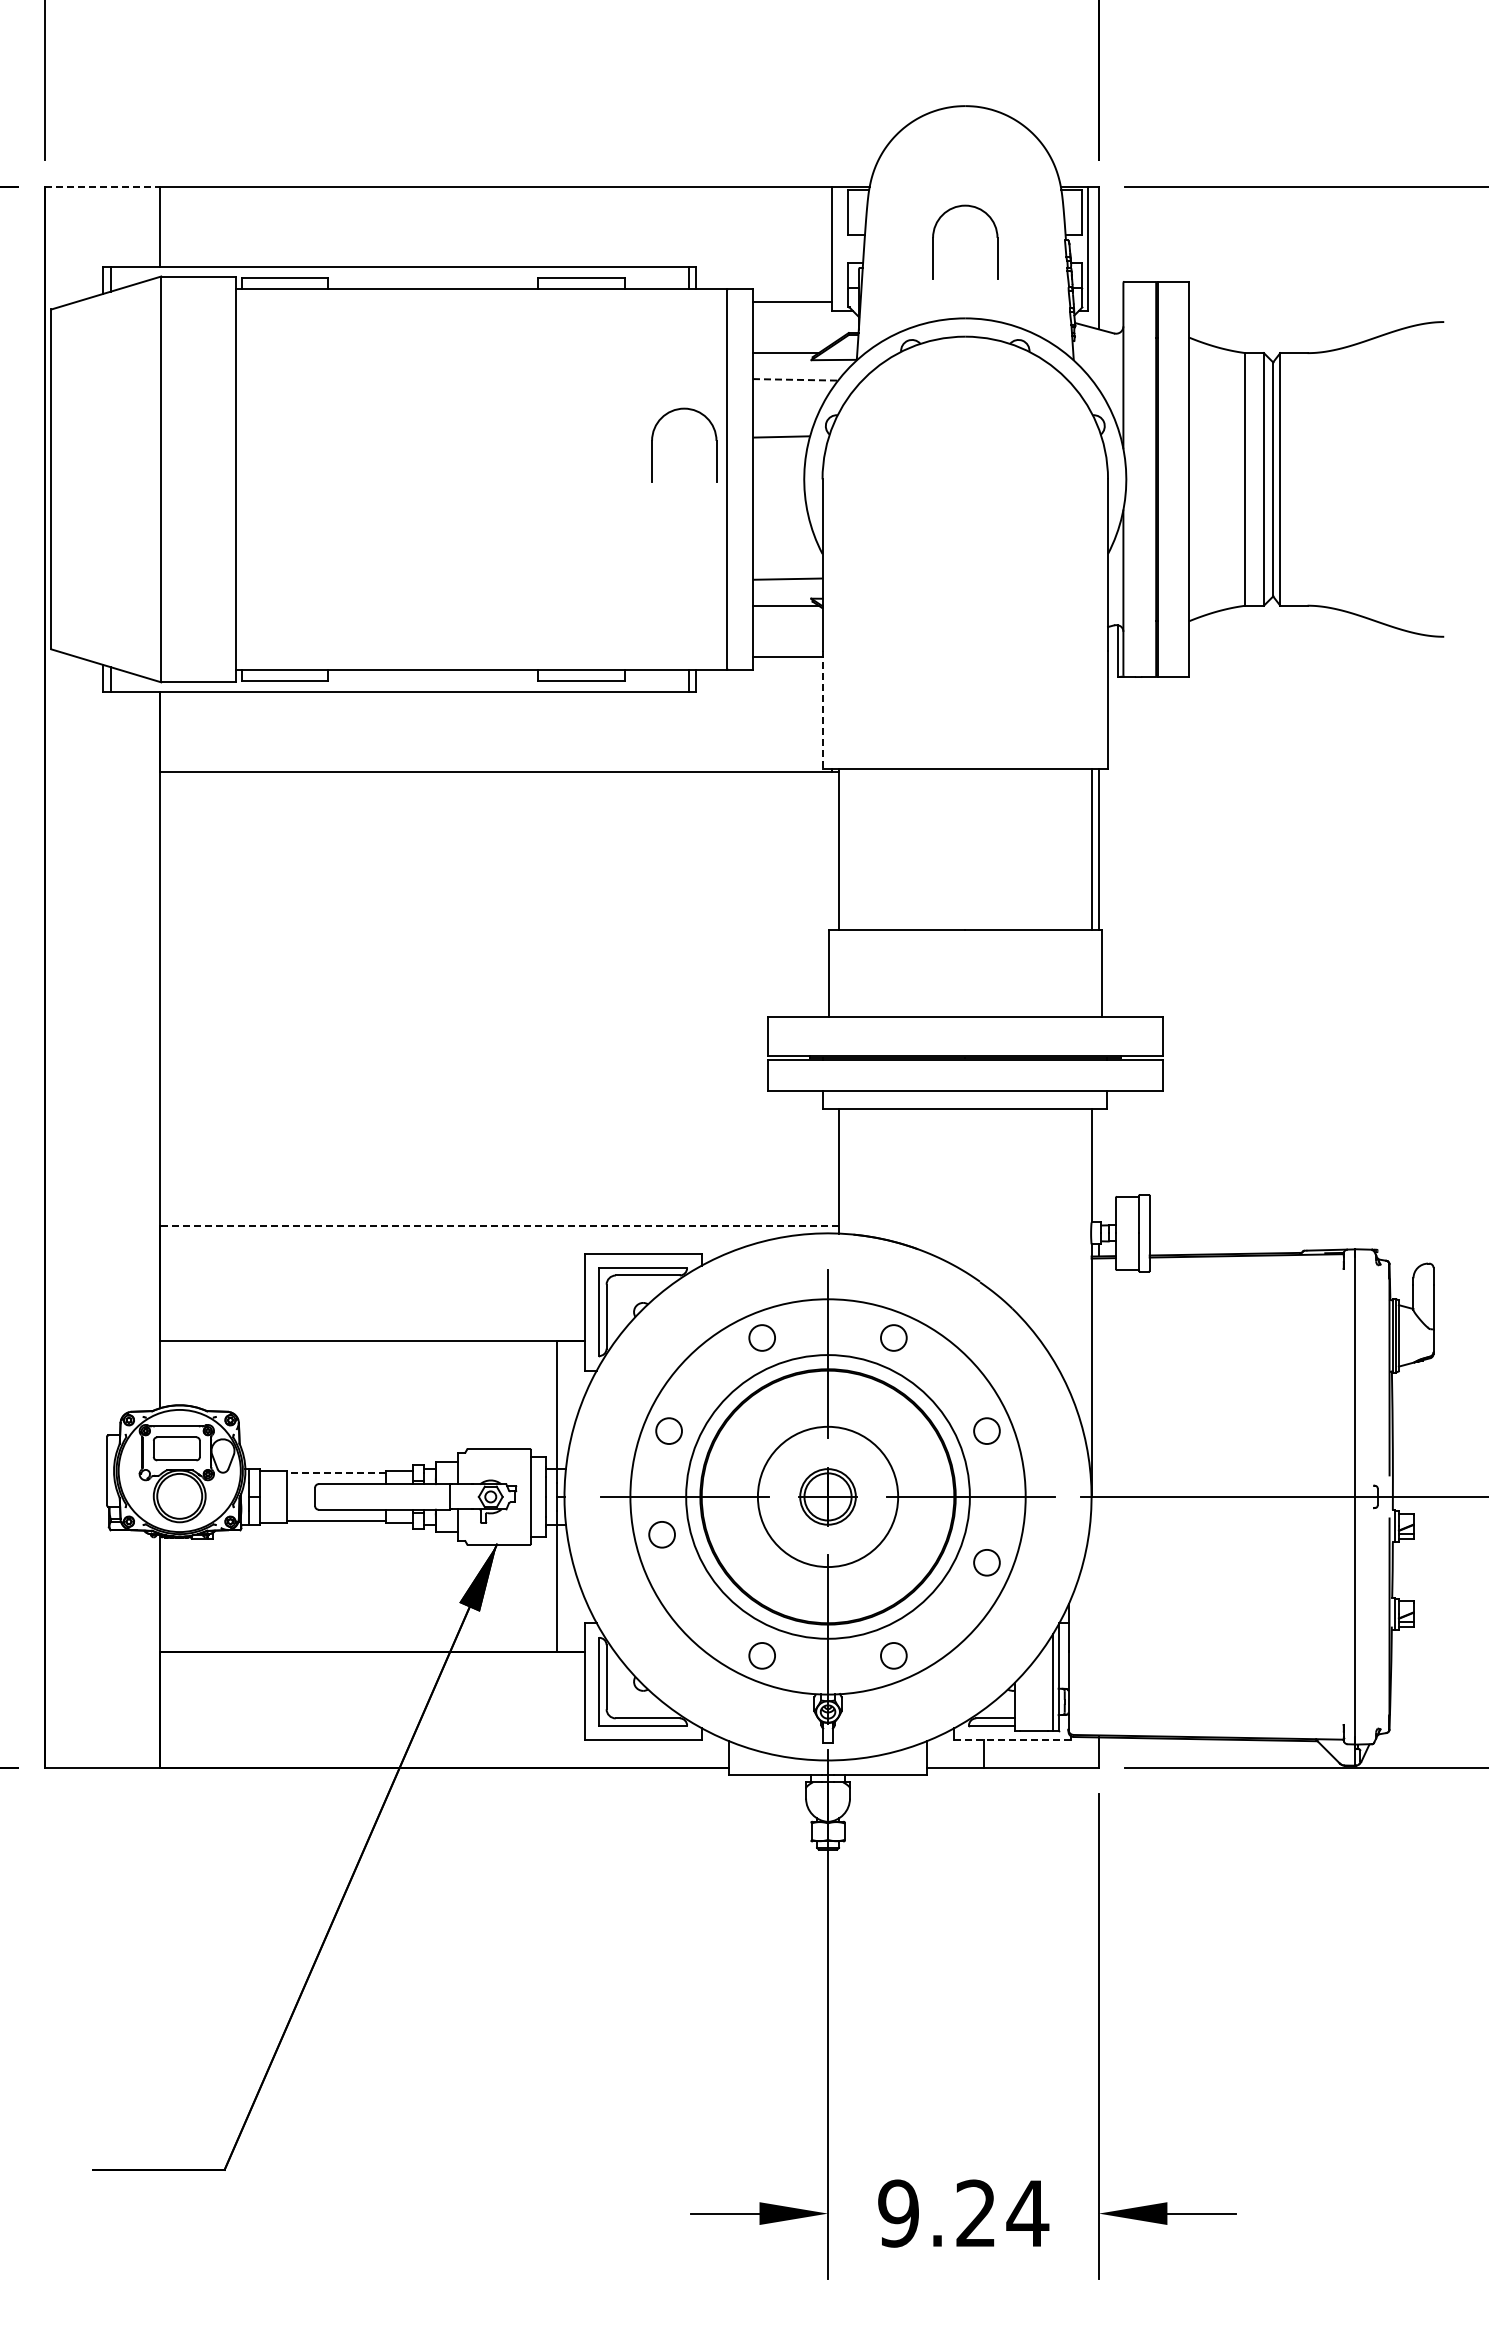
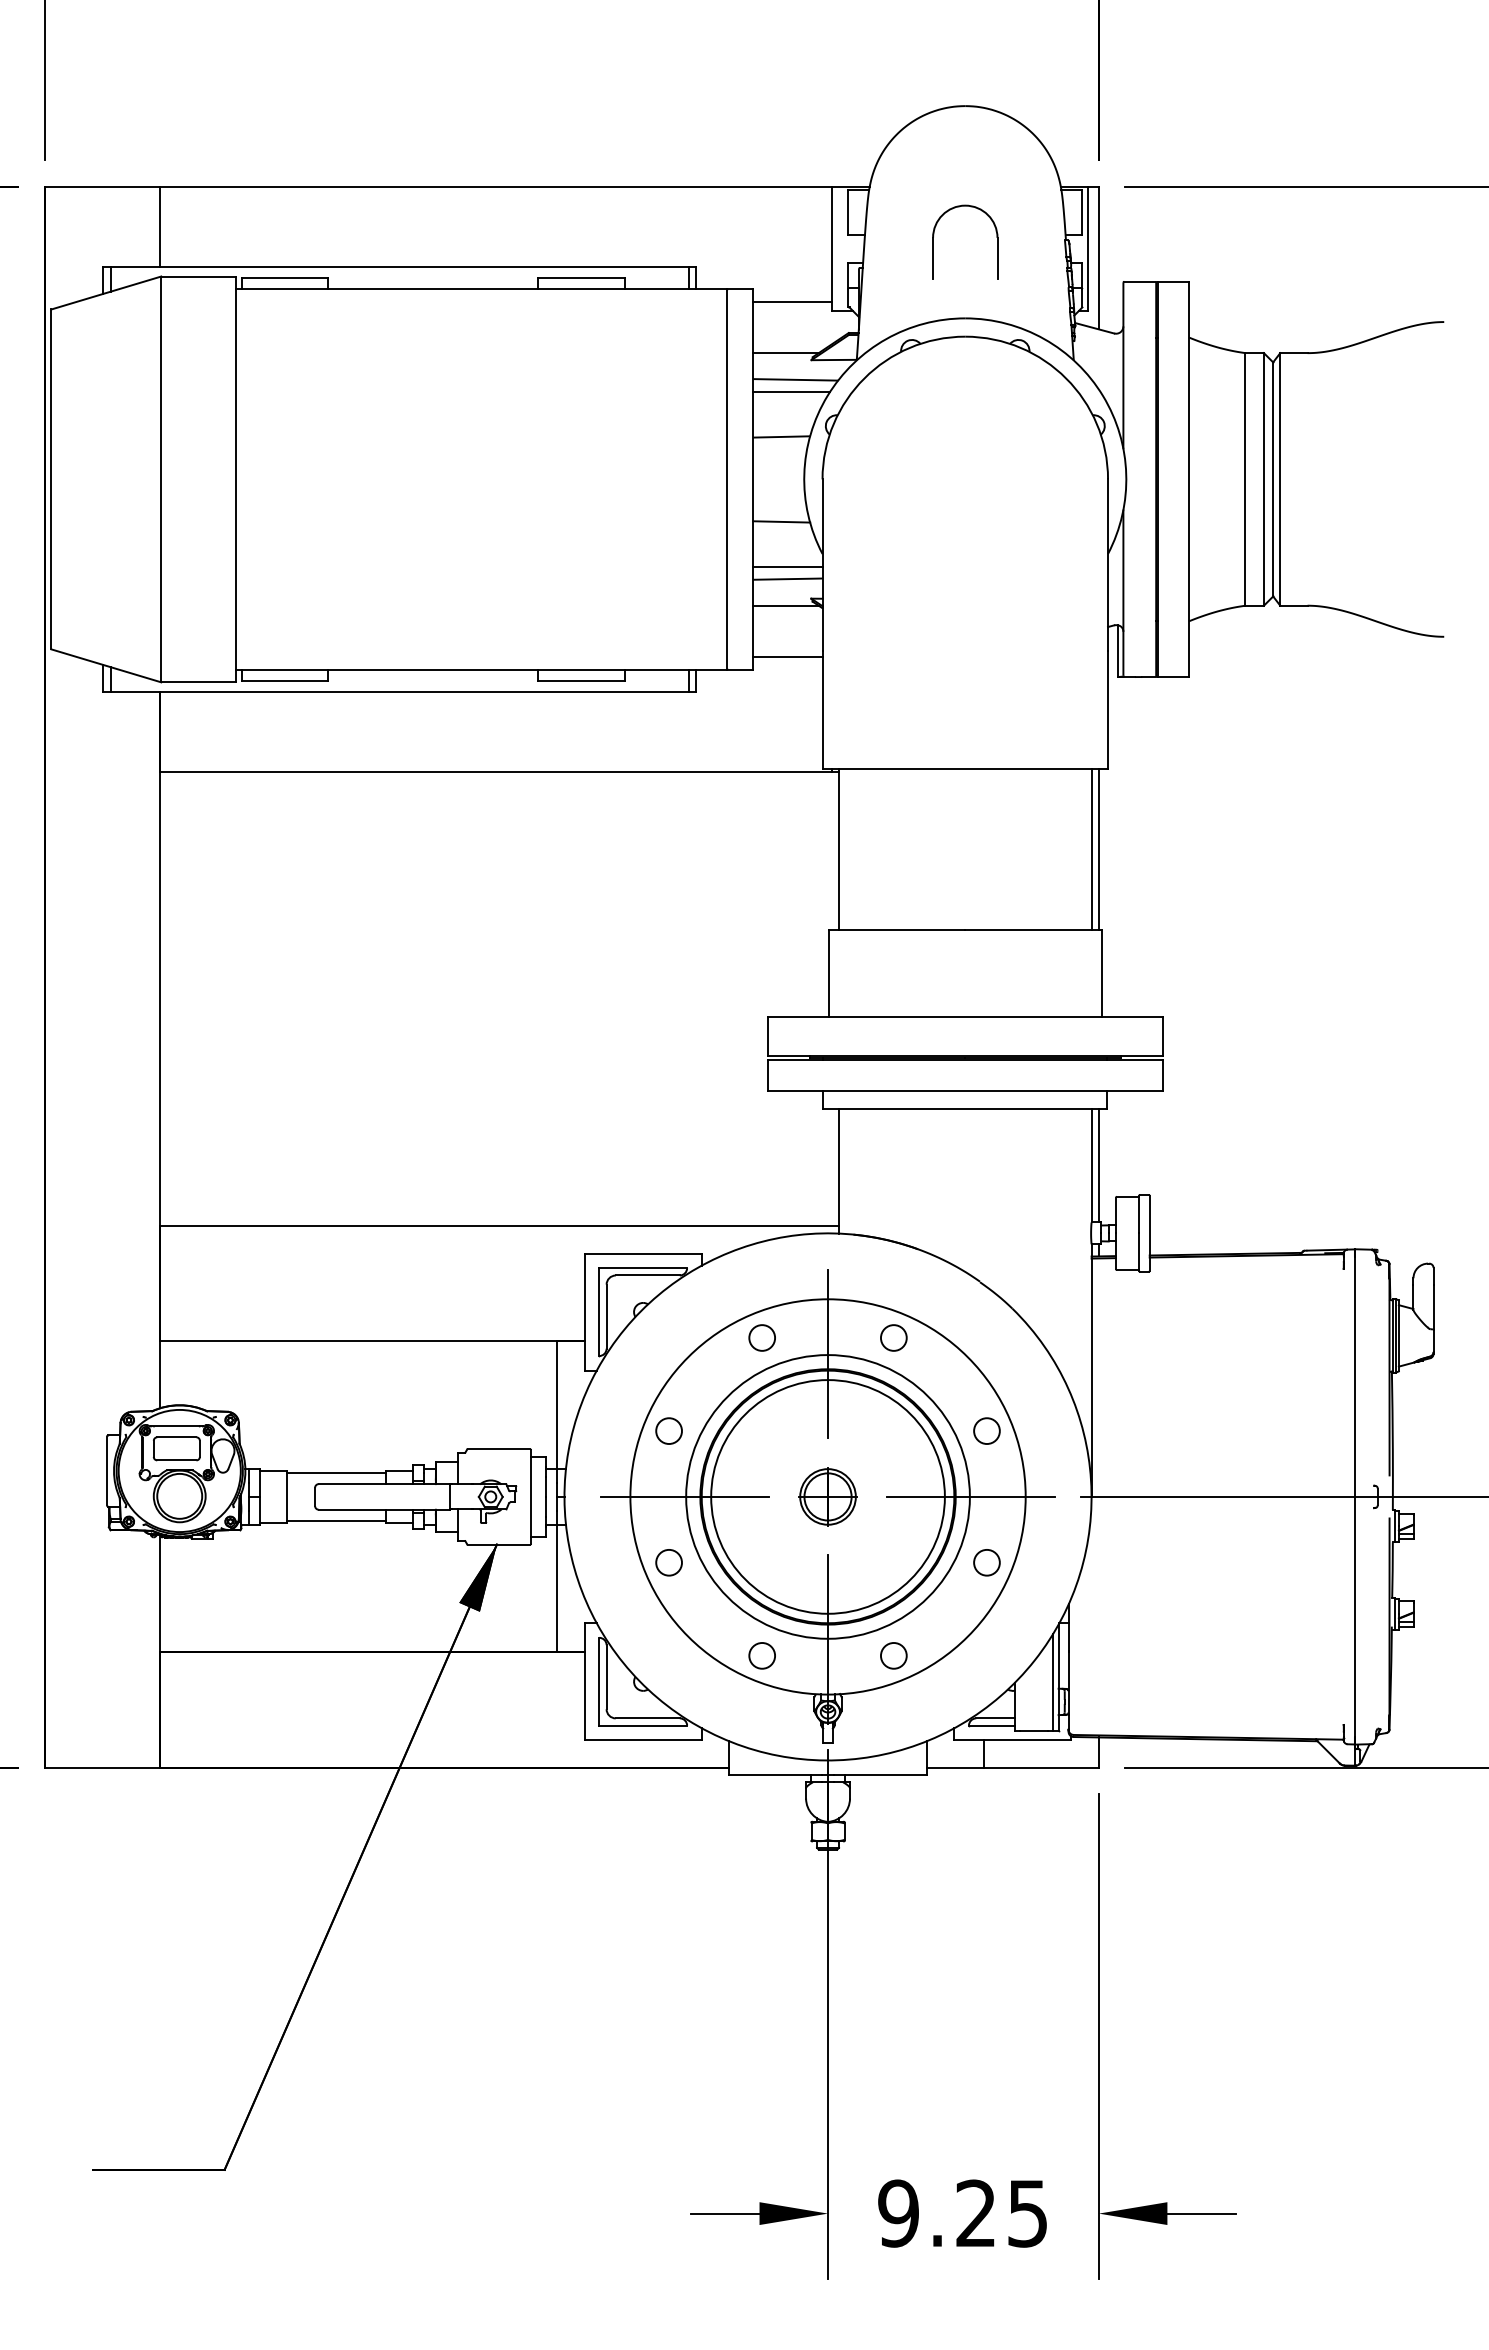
line at (102, 186): dashed -> solid
line at (796, 379): dashed -> solid
line at (791, 391): none -> present
part at (715, 440): present -> none
line at (781, 521): none -> present
line at (787, 567): none -> present
line at (822, 710): dashed -> solid
line at (1098, 1165): none -> present
line at (499, 1226): dashed -> solid
line at (336, 1473): dashed -> solid
circle at (827, 1496) diameter: 140 px -> 234 px
circle at (661, 1534) position: (661, 1534) -> (668, 1562)
line at (1012, 1740): dashed -> solid
text at (1027, 2213): 9.24 -> 9.25
